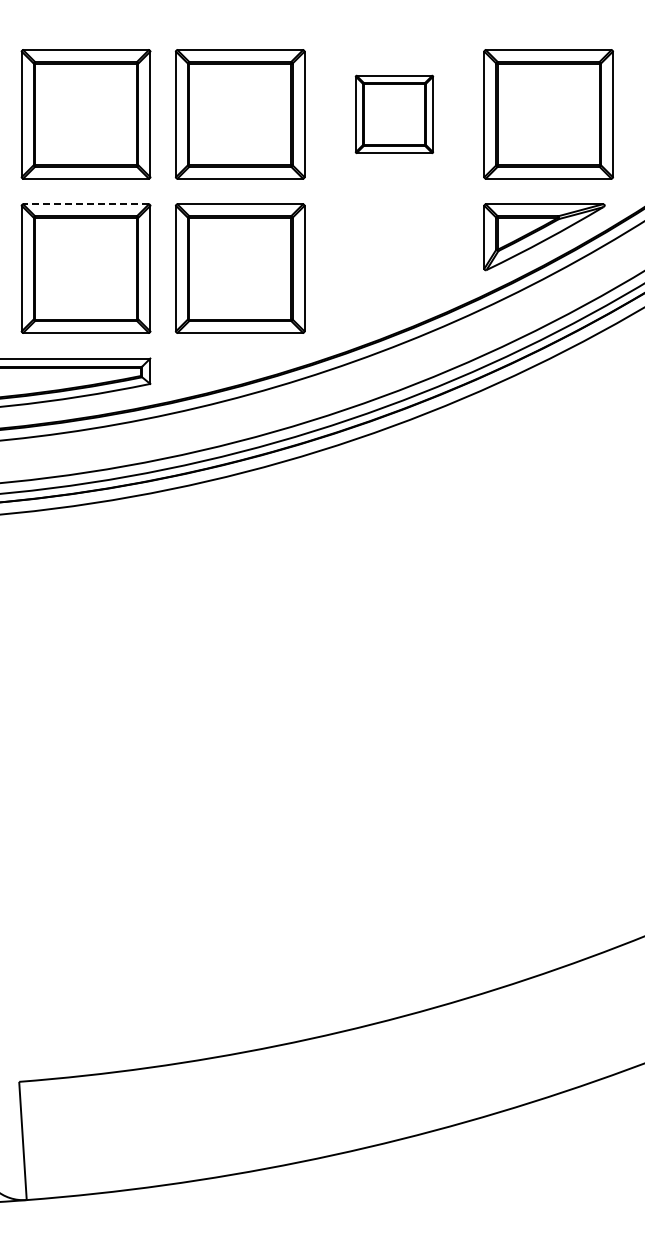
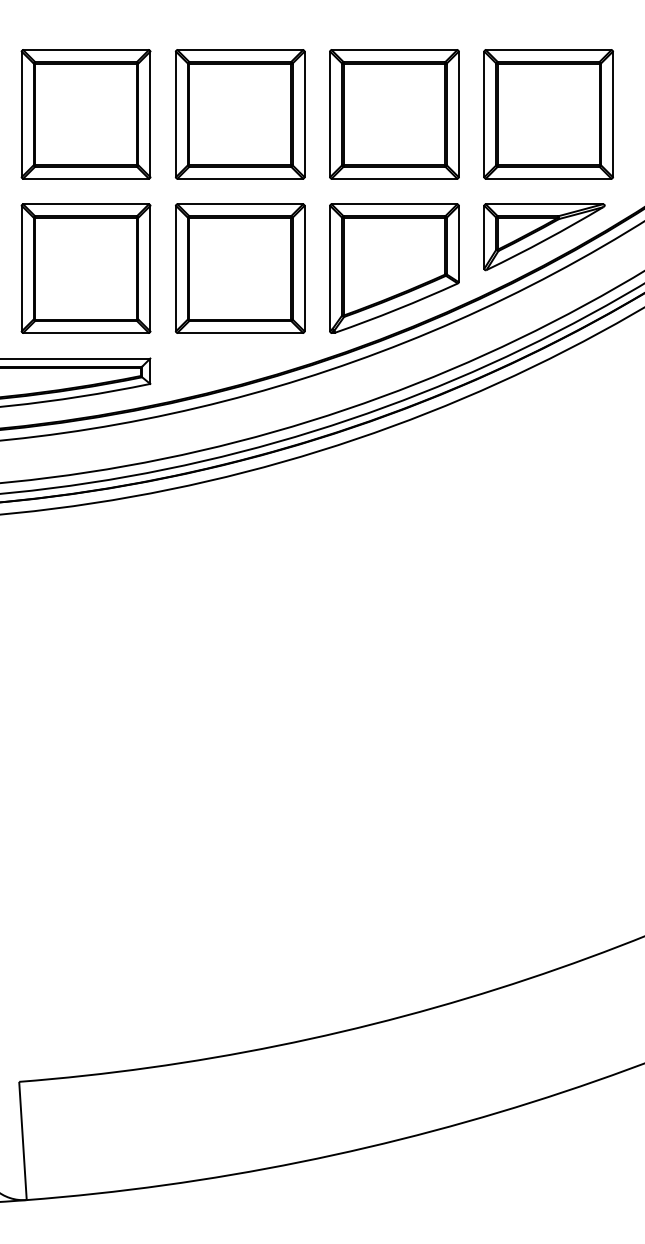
part at (394, 113) size: 81x80 px -> 131x131 px
line at (86, 204): dashed -> solid
part at (394, 268): none -> present
